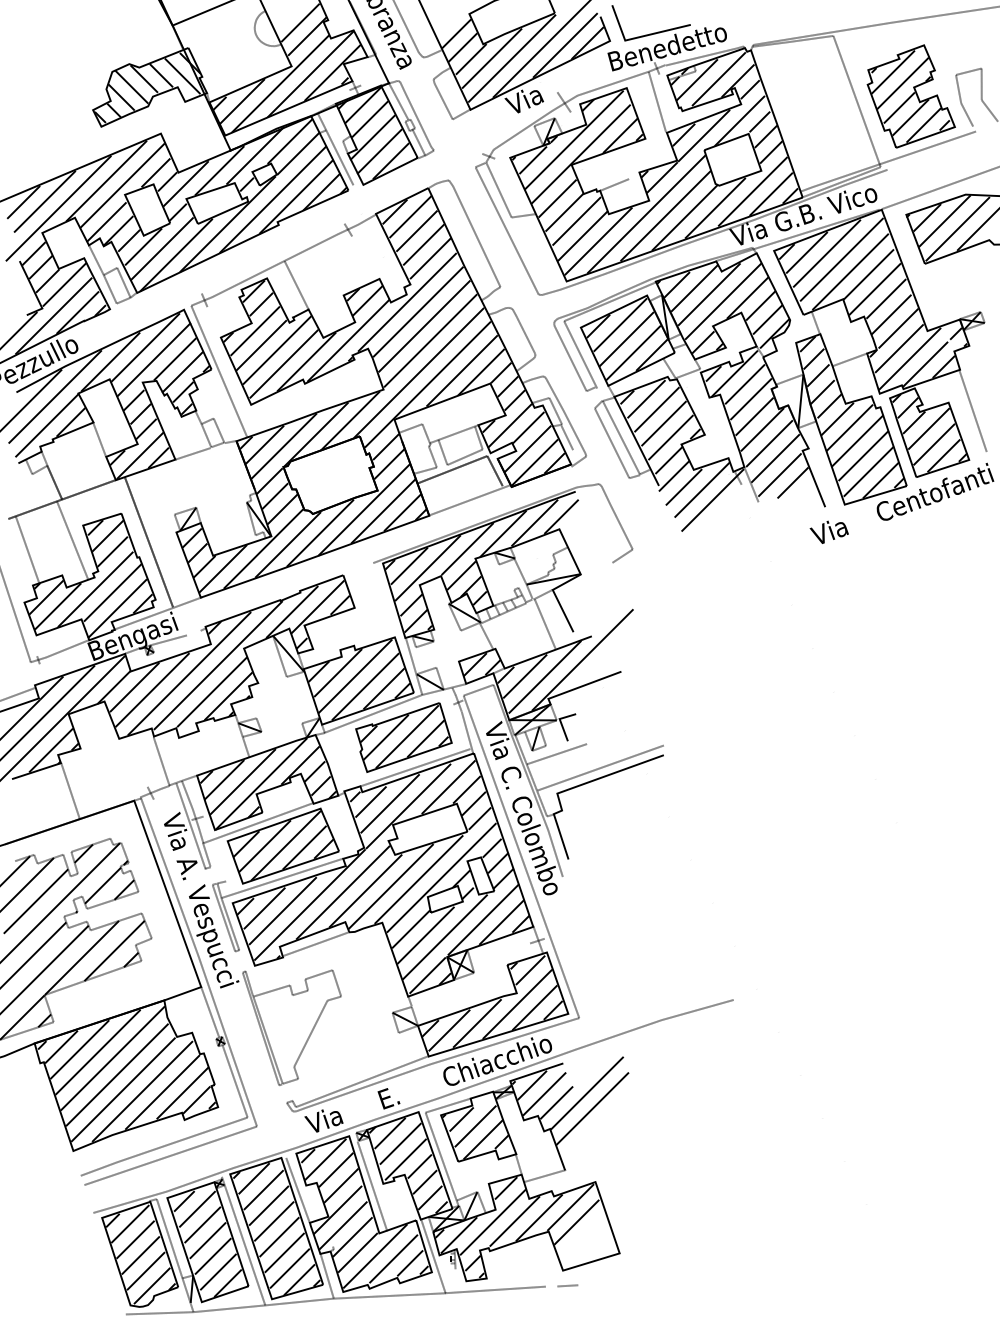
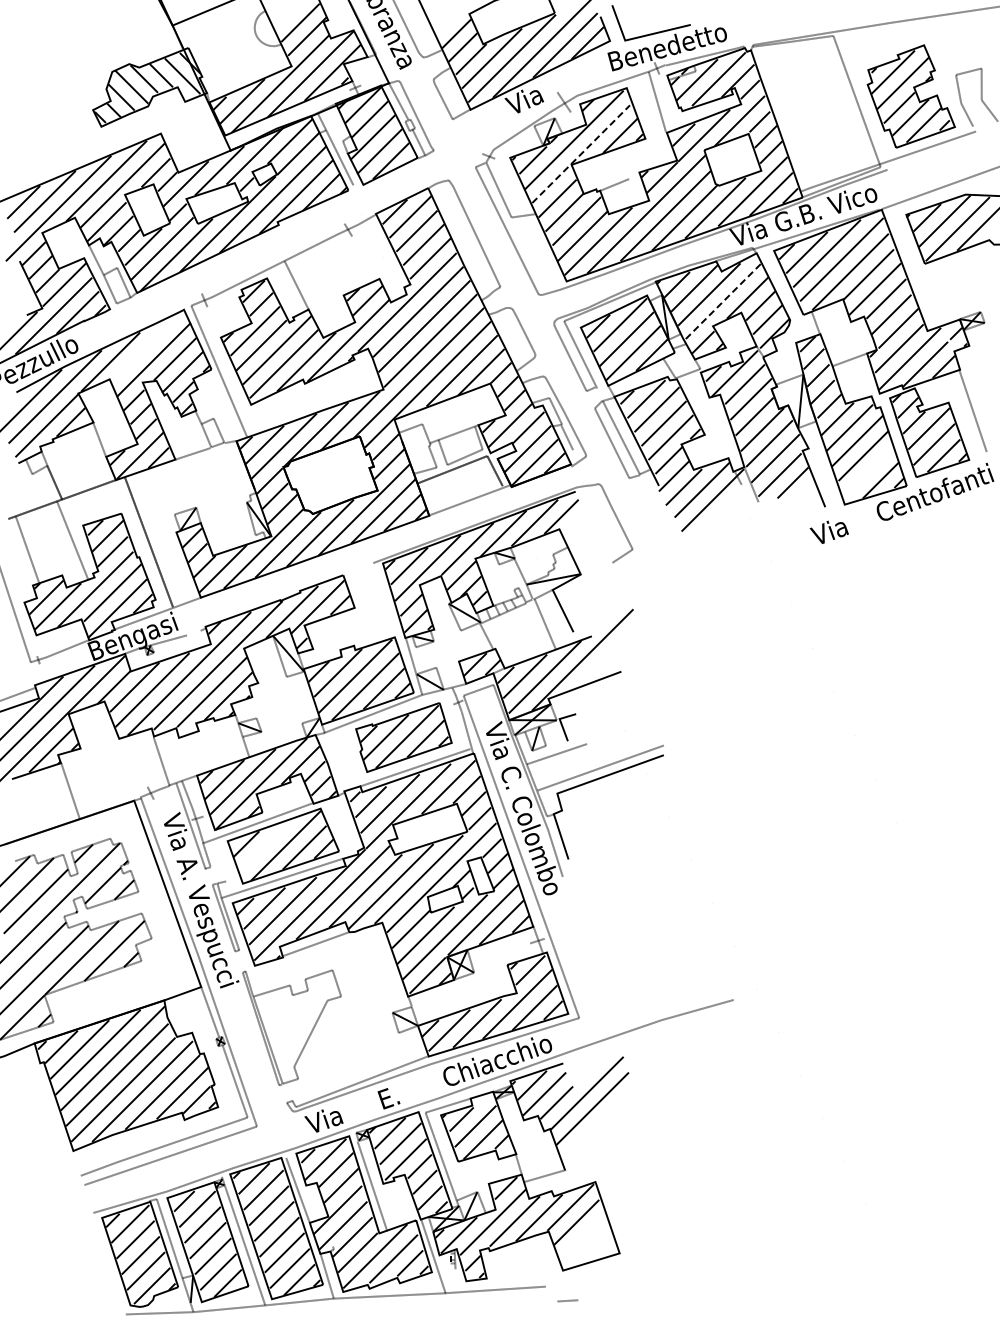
line at (581, 153): solid -> dashed
line at (722, 301): solid -> dashed
line at (145, 347): present -> none
line at (868, 471): present -> none
line at (264, 846): present -> none
line at (567, 1285) position: (567, 1285) -> (567, 1300)
